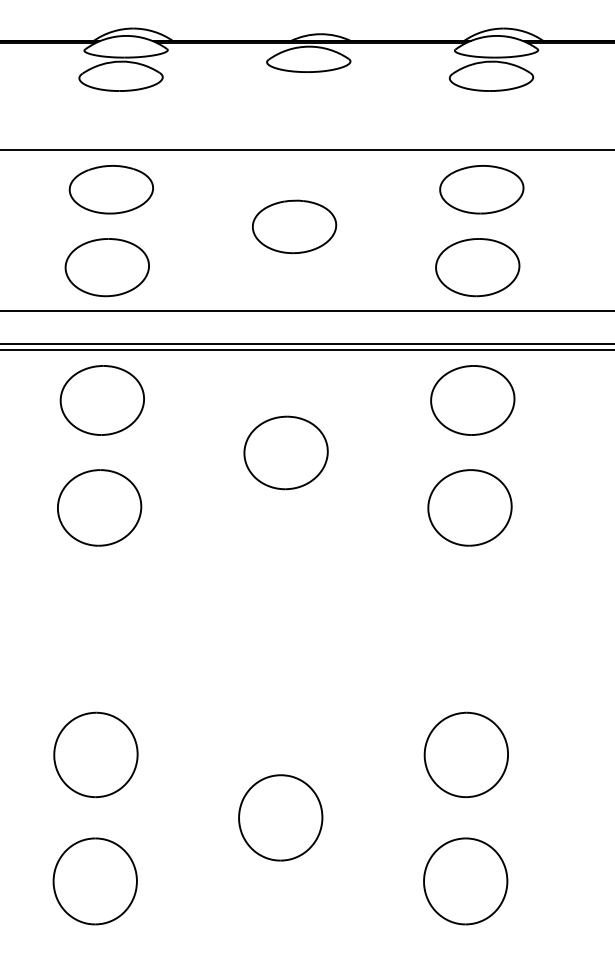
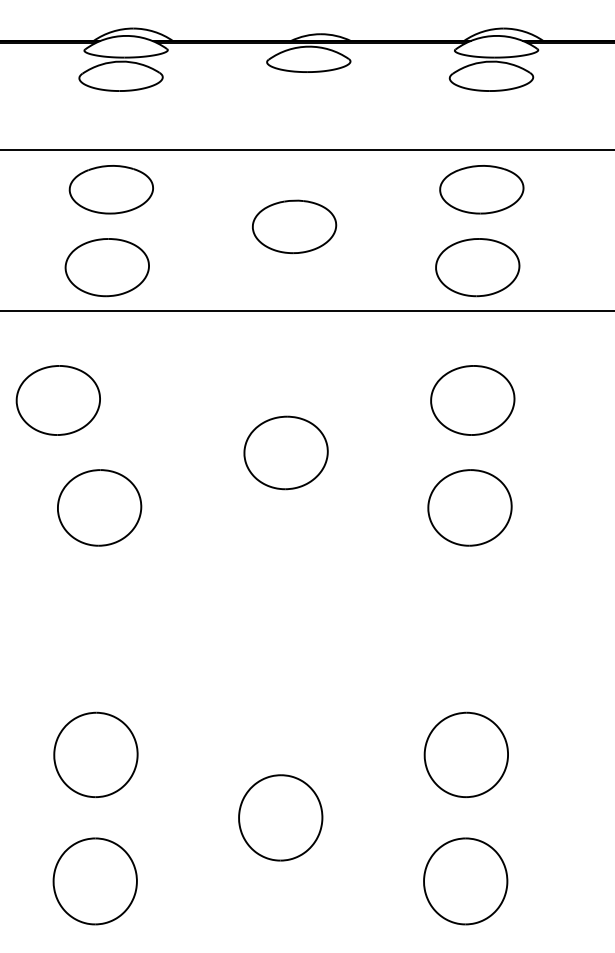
line at (306, 344): present -> none
line at (306, 350): present -> none
part at (101, 400) position: (101, 400) -> (57, 400)
